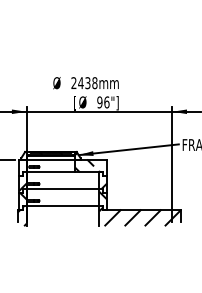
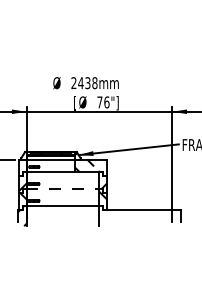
text at (99, 102): 96"] -> 76"]
line at (63, 189): solid -> dashed
hatch at (140, 216): present -> none
